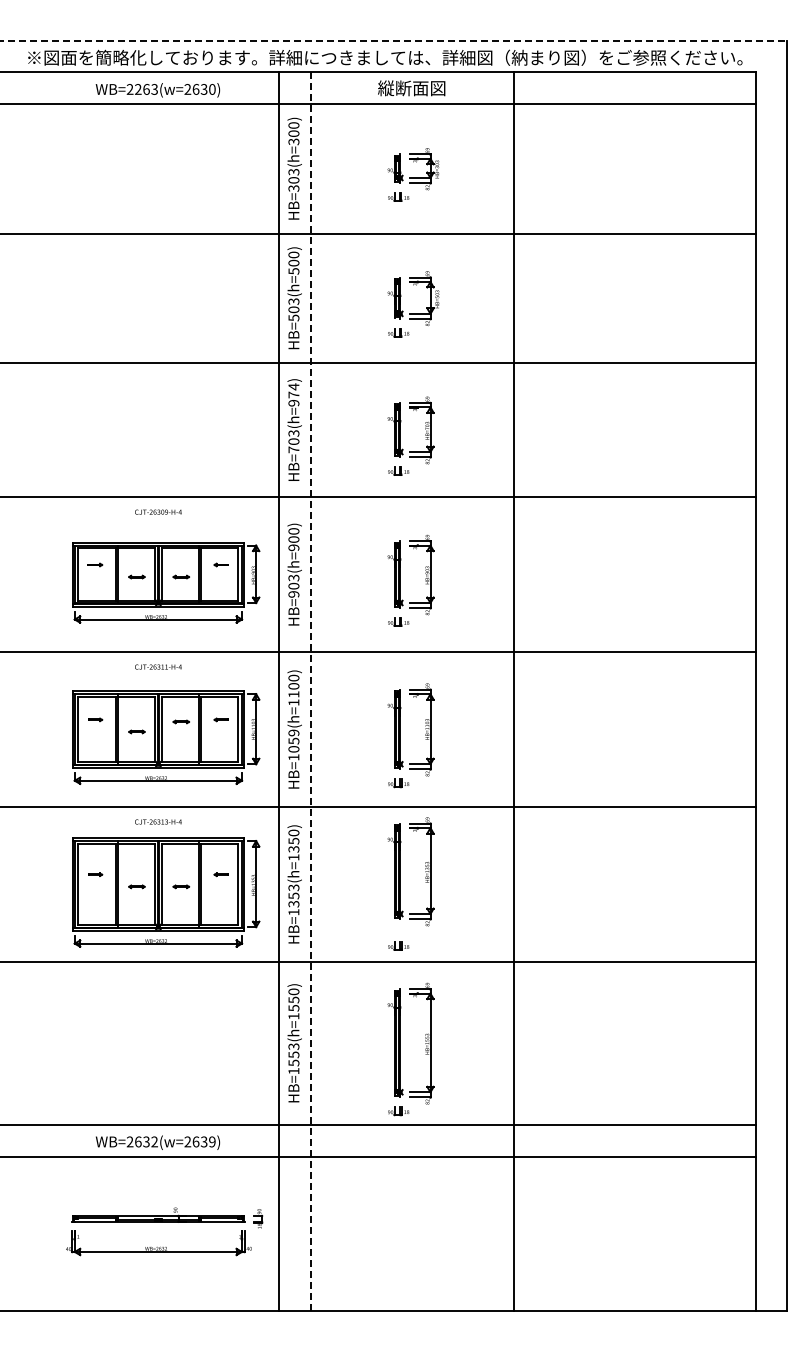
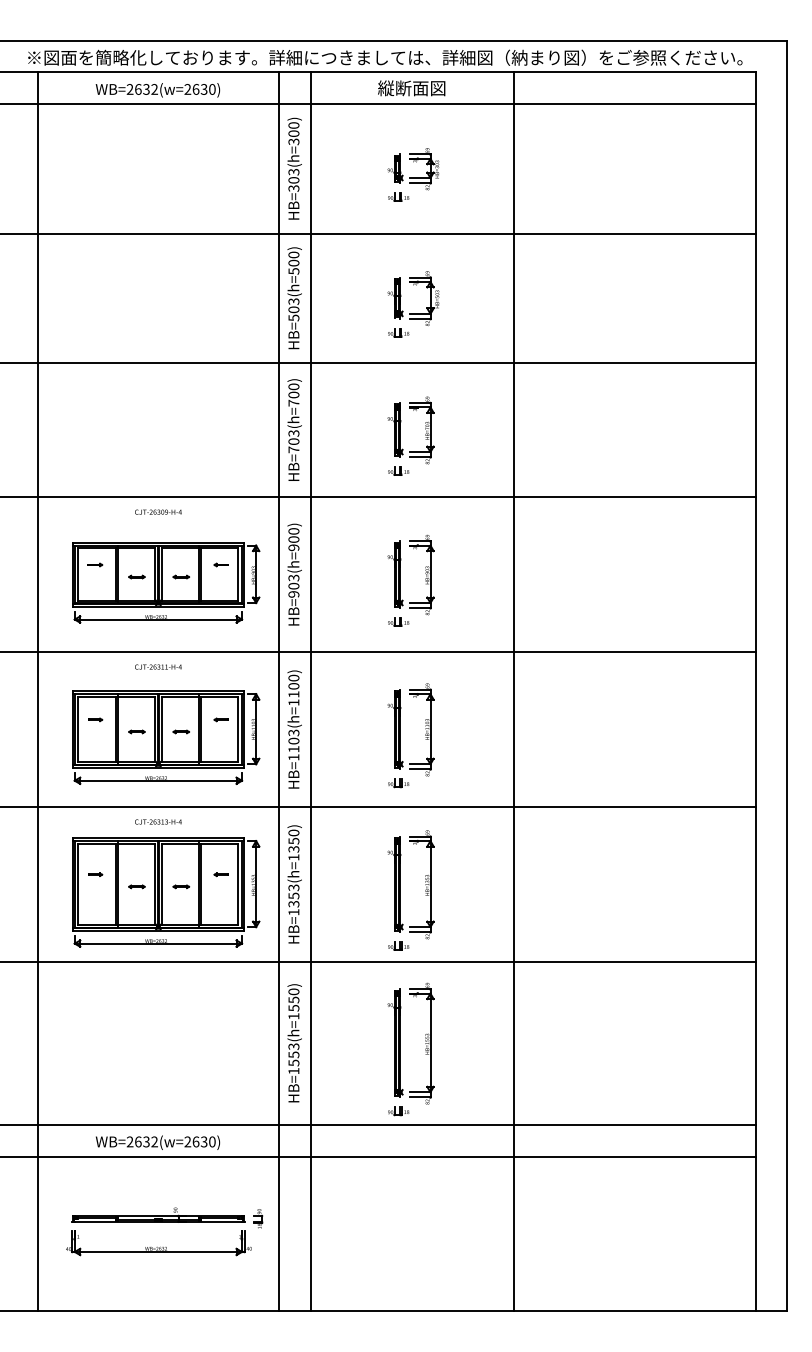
line at (394, 40): dashed -> solid
text at (146, 89): WB=2263(w=2630) -> WB=2632(w=2630)
text at (293, 394): HB=703(h=974) -> HB=703(h=700)
line at (37, 691): none -> present
line at (310, 691): dashed -> solid
part at (180, 721) position: (180, 721) -> (180, 731)
text at (293, 740): HB=1059(h=1100) -> HB=1103(h=1100)
part at (400, 871) position: (400, 871) -> (400, 884)
text at (212, 1141): WB=2632(w=2639) -> WB=2632(w=2630)
